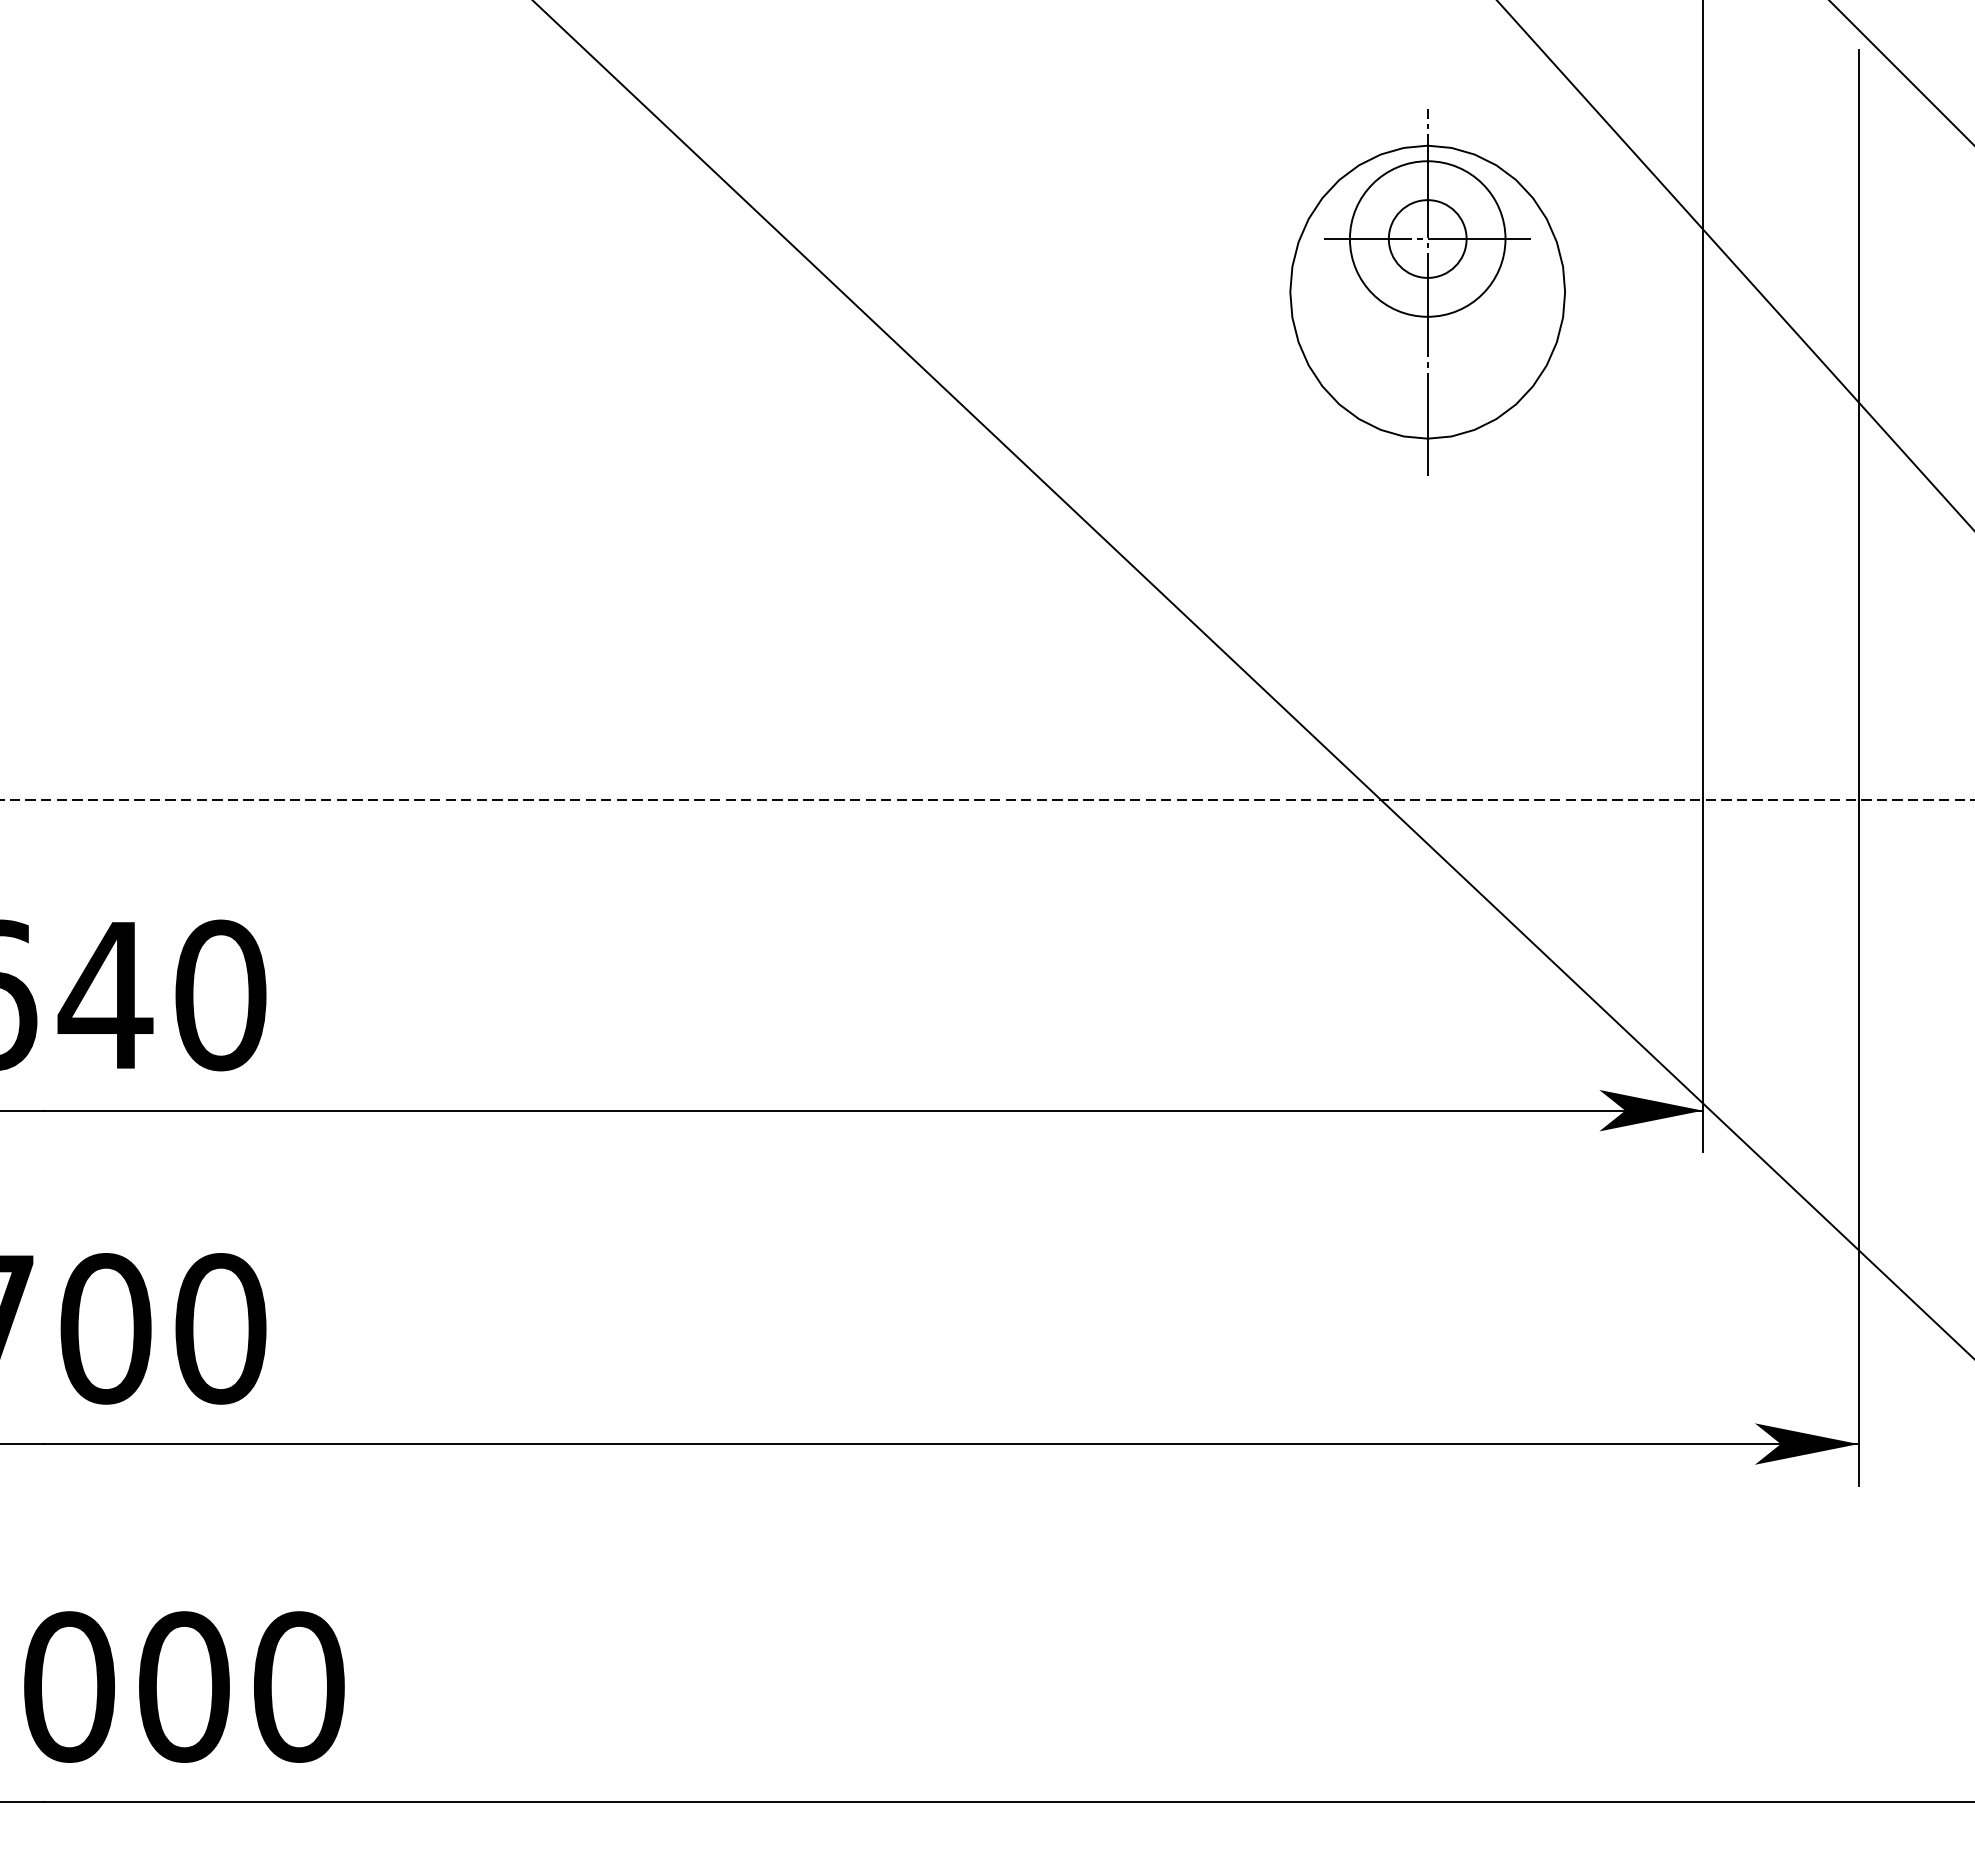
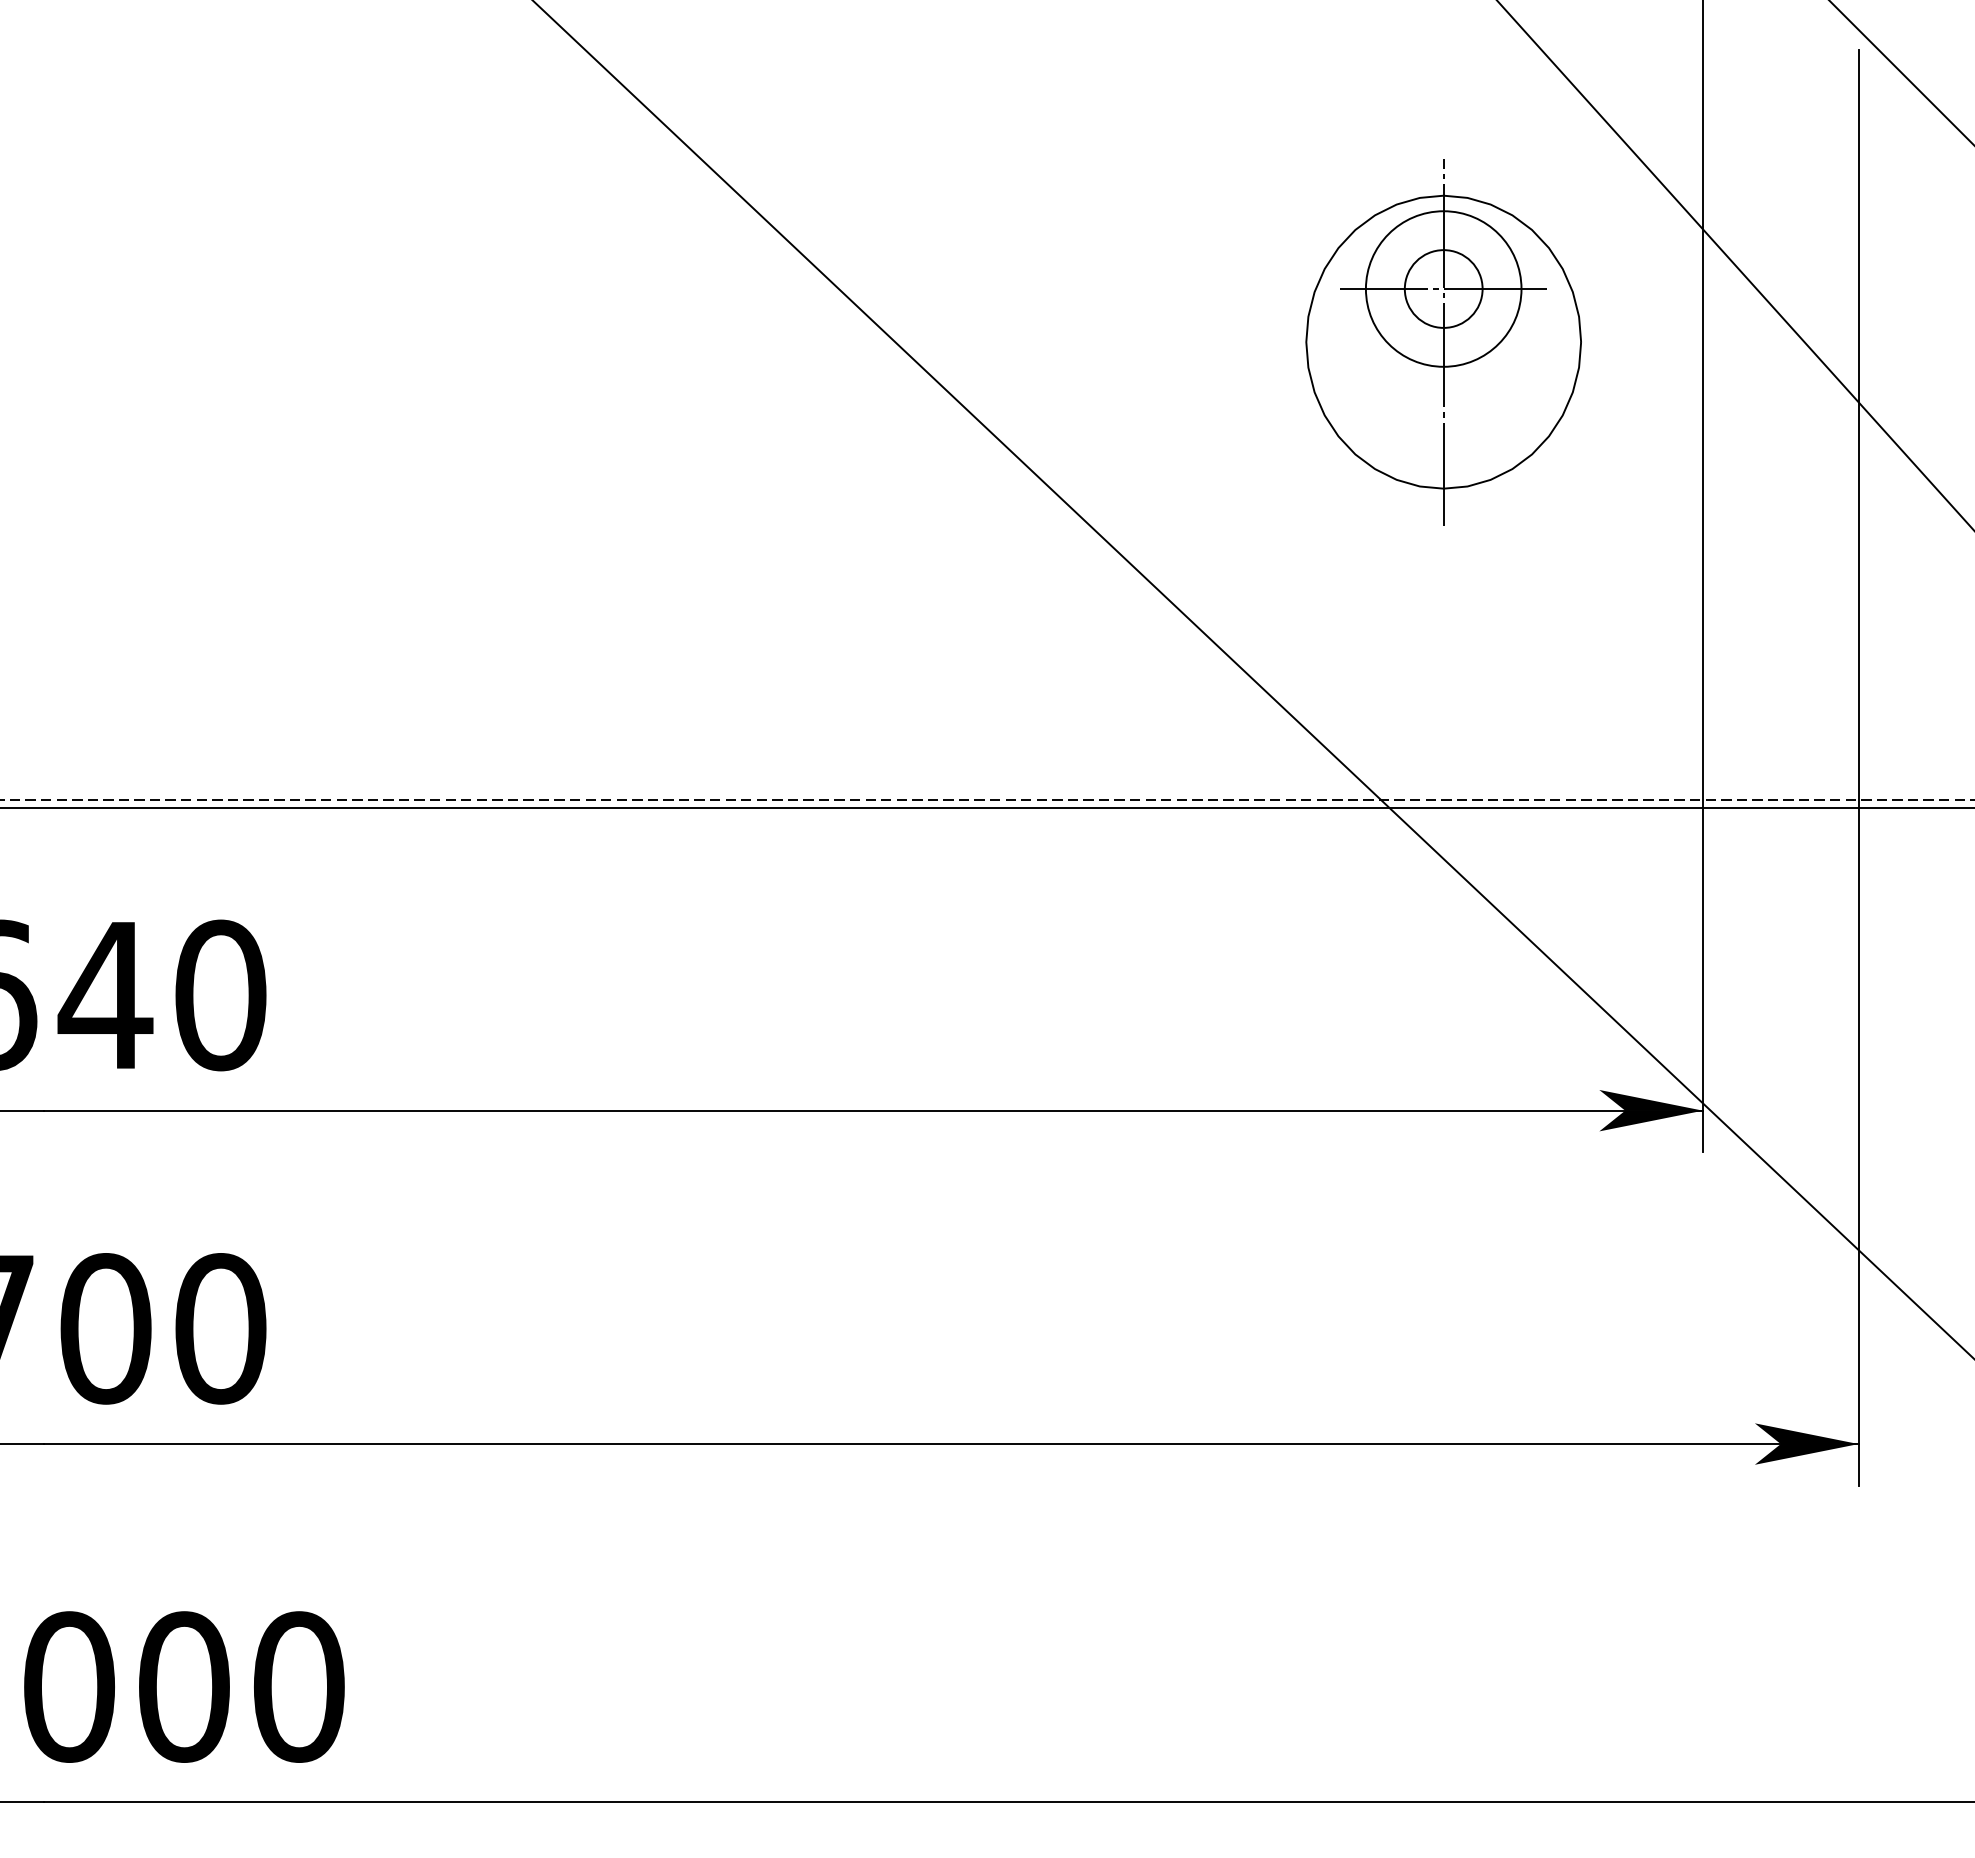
part at (1427, 292) position: (1427, 292) -> (1443, 342)
line at (986, 807): none -> present
